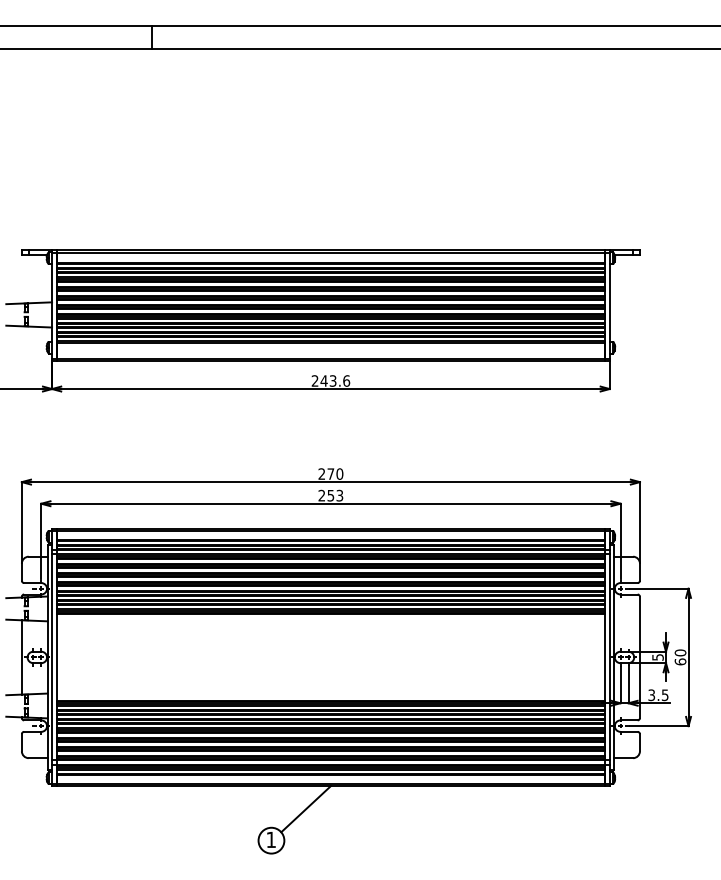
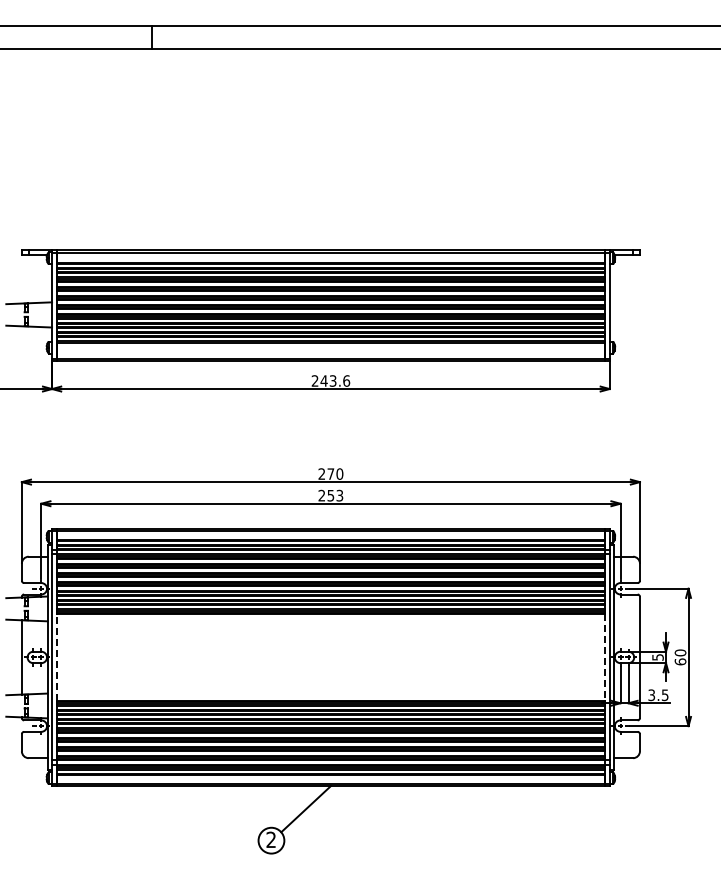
line at (57, 656): solid -> dashed
line at (604, 657): solid -> dashed
text at (270, 839): 1 -> 2
